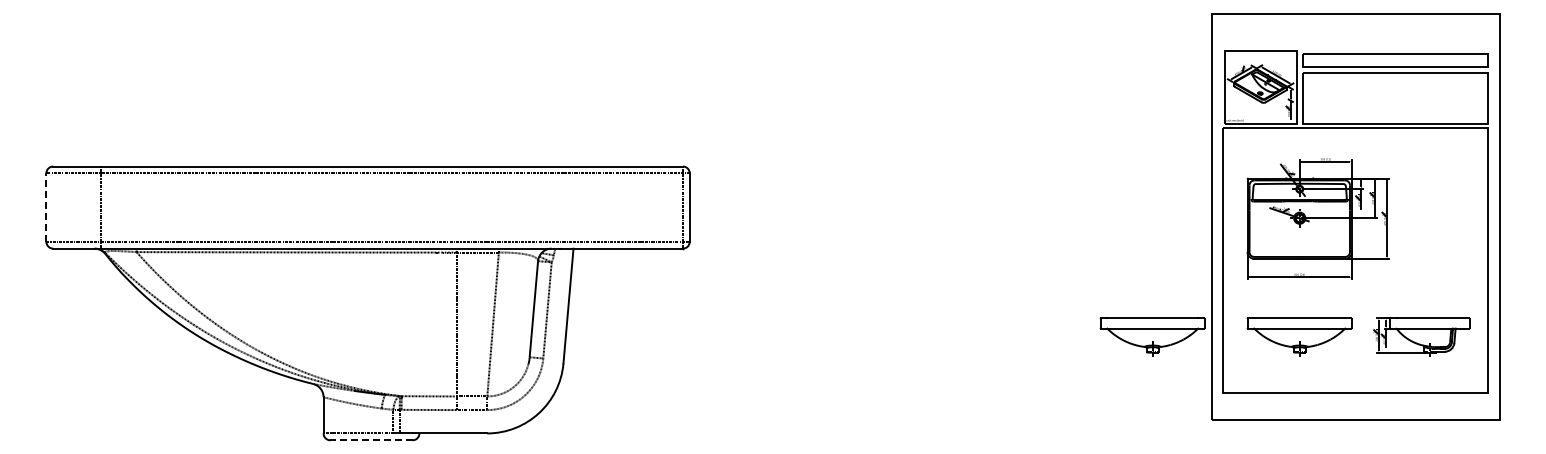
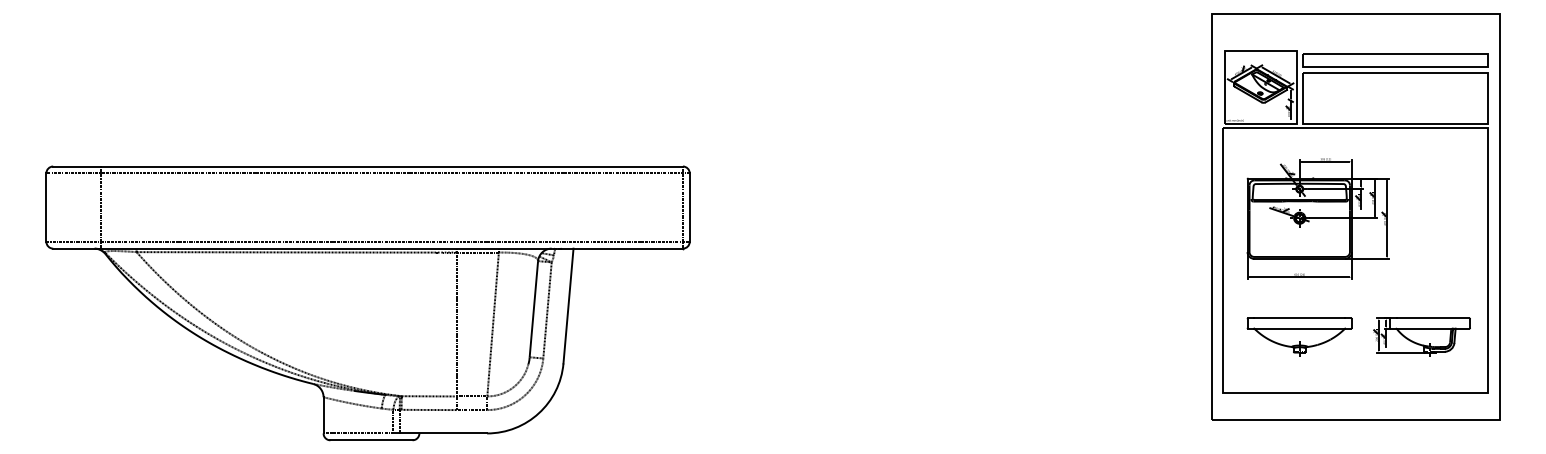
line at (46, 207): dashed -> solid
part at (1152, 336): present -> none
line at (370, 440): dashed -> solid
